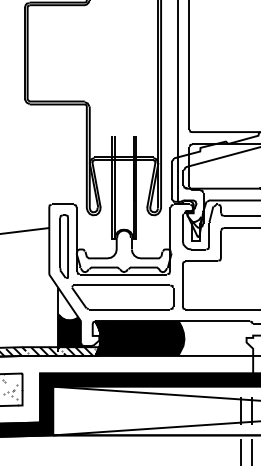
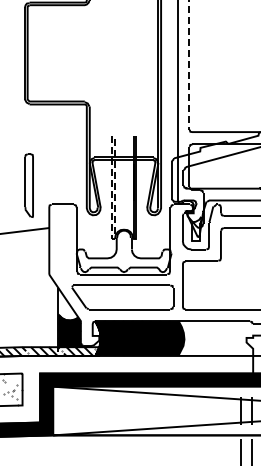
line at (189, 66): solid -> dashed
line at (113, 238): solid -> dashed
part at (63, 246) position: (63, 246) -> (28, 185)
